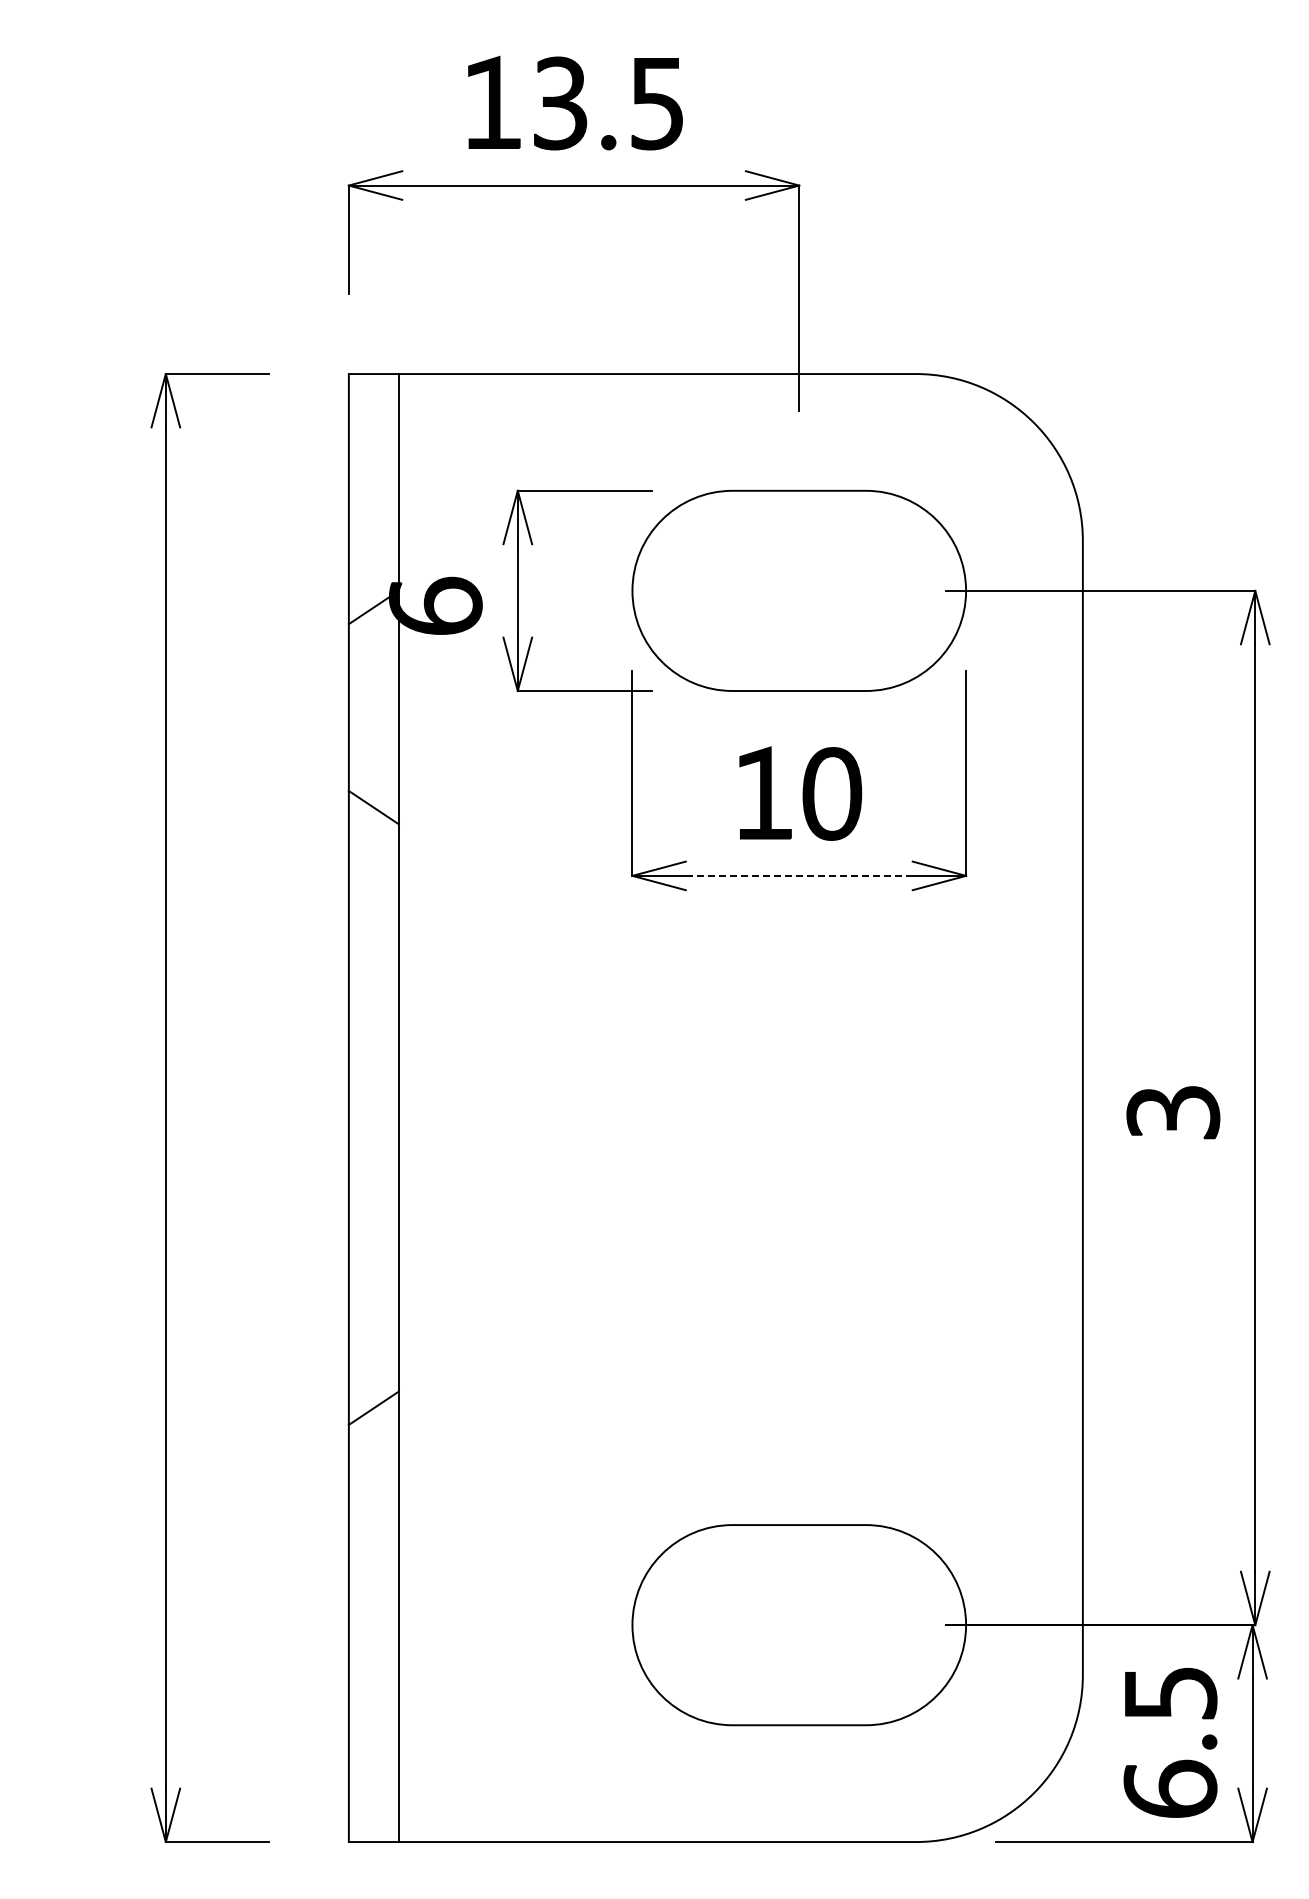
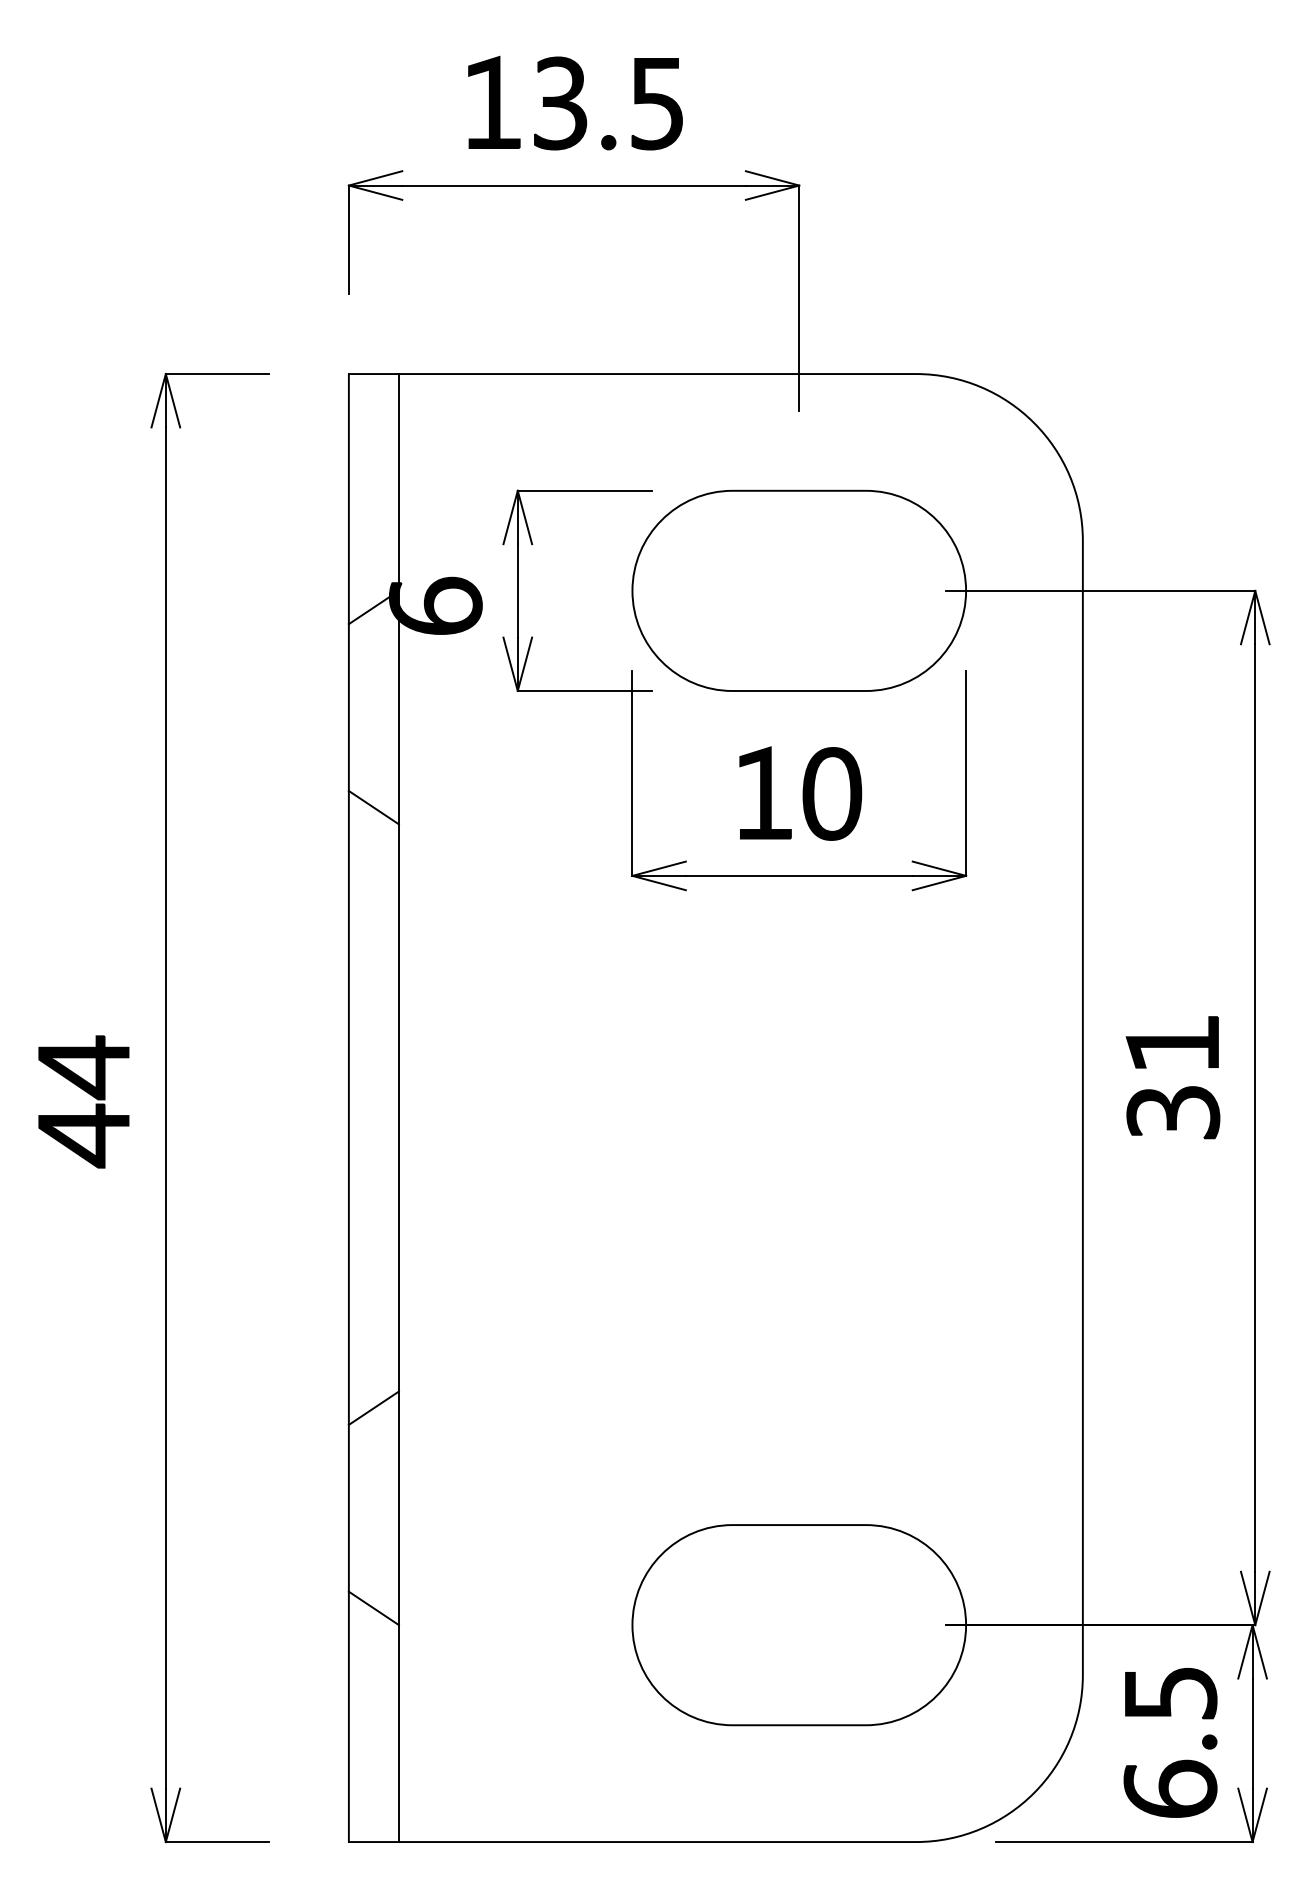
line at (799, 875): dashed -> solid
part at (1171, 1042): none -> present
part at (87, 1093): none -> present
line at (373, 1608): none -> present
